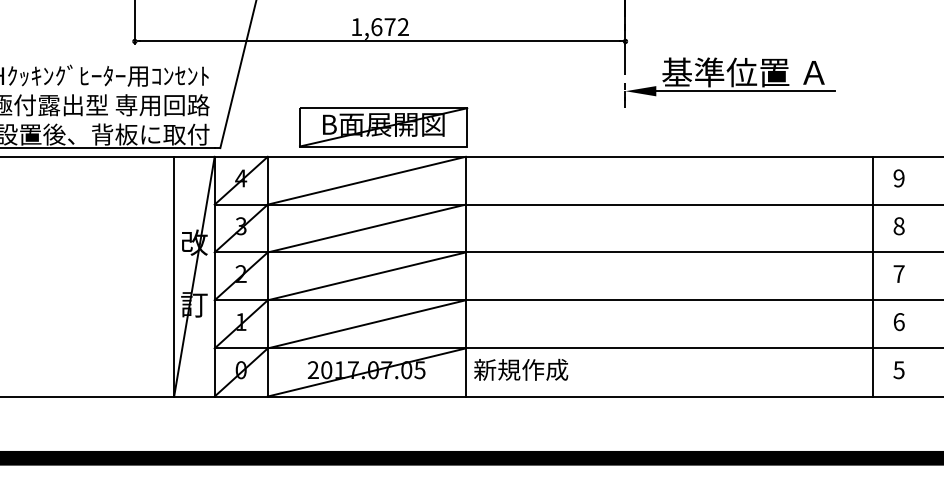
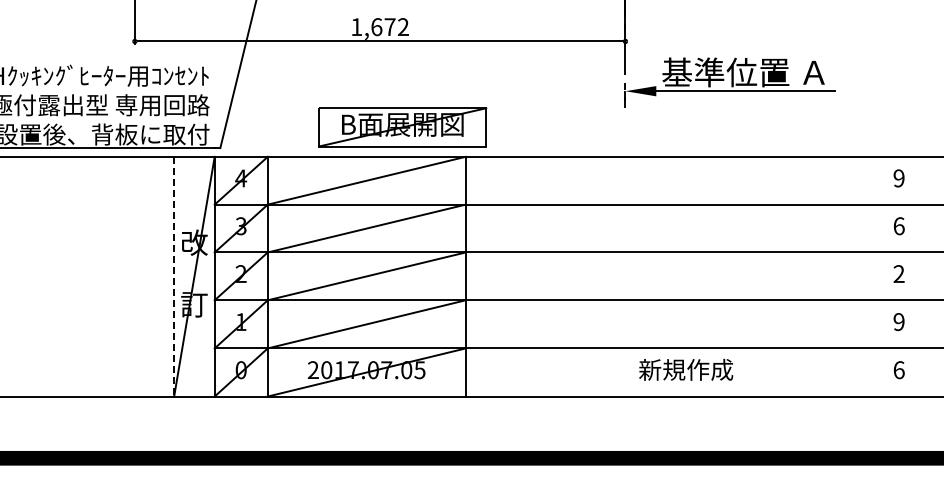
part at (383, 127) position: (383, 127) -> (402, 127)
text at (898, 226): 8 -> 6
text at (898, 273): 7 -> 2
line at (174, 276): solid -> dashed
line at (872, 276): present -> none
text at (898, 322): 6 -> 9
text at (521, 369) position: (521, 369) -> (686, 369)
text at (898, 370): 5 -> 6
